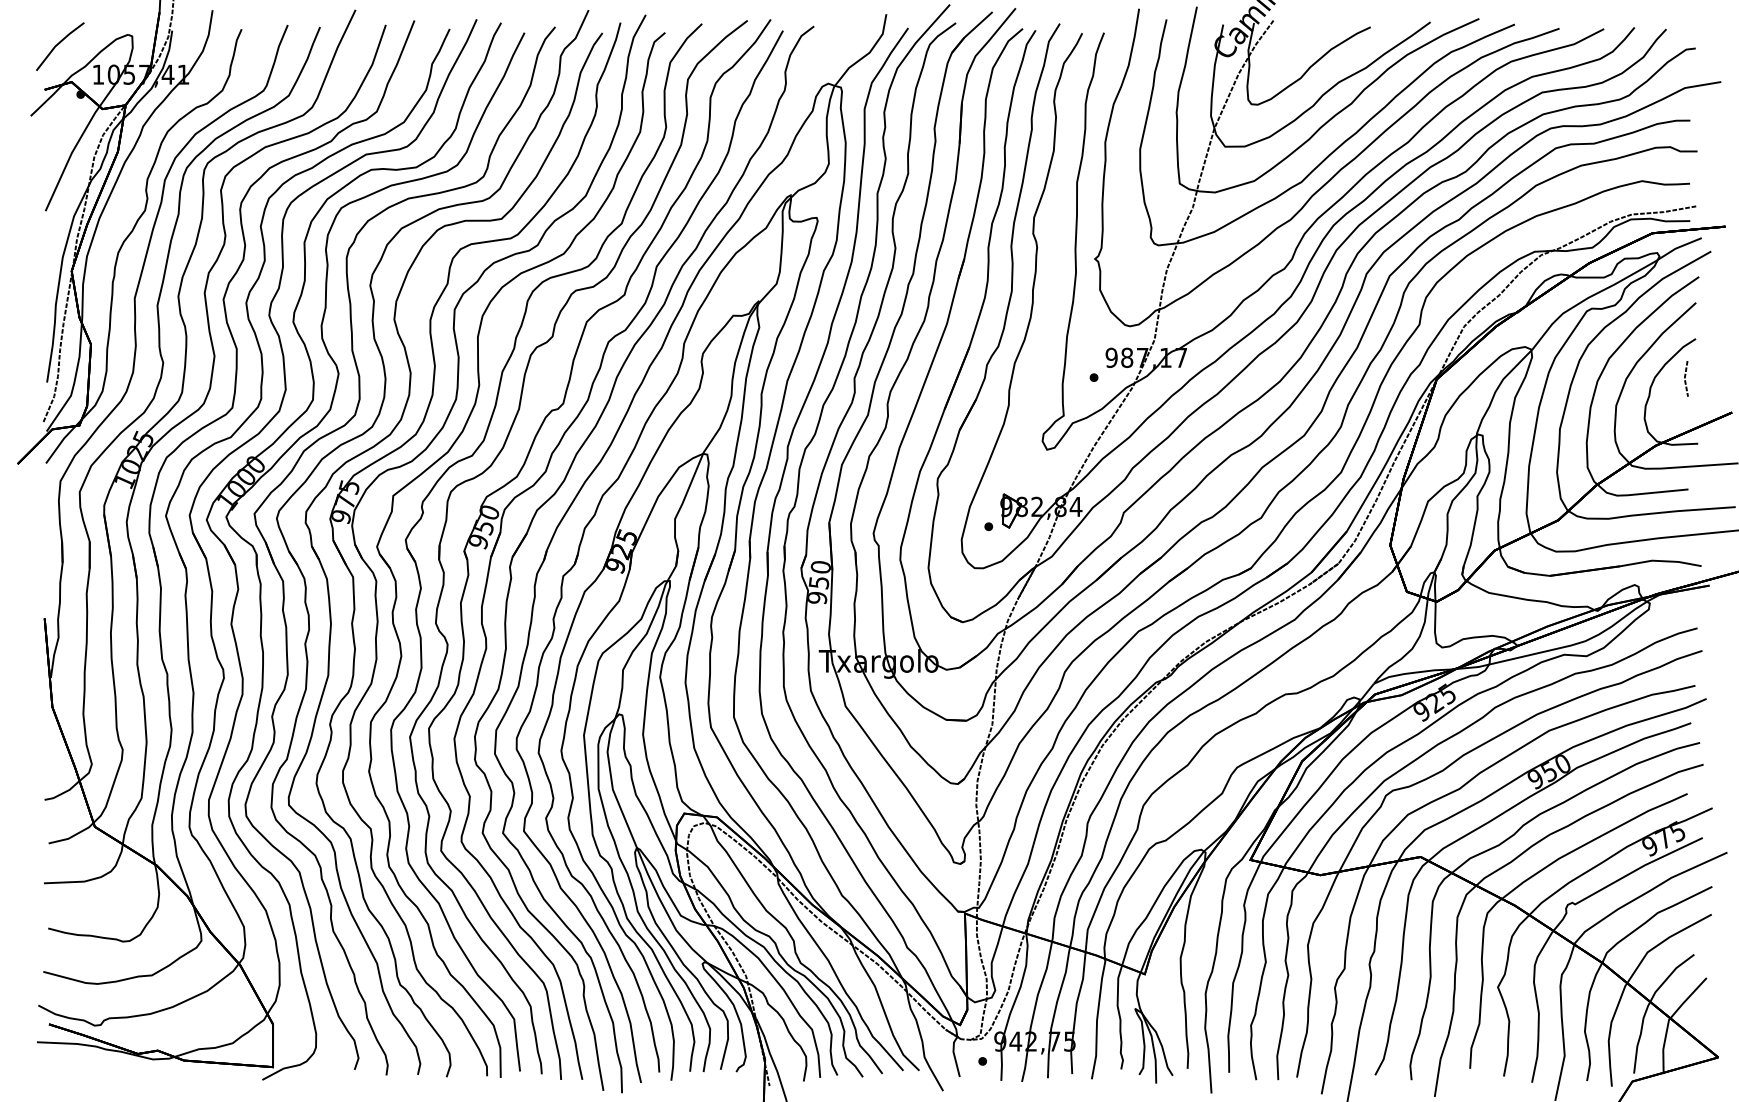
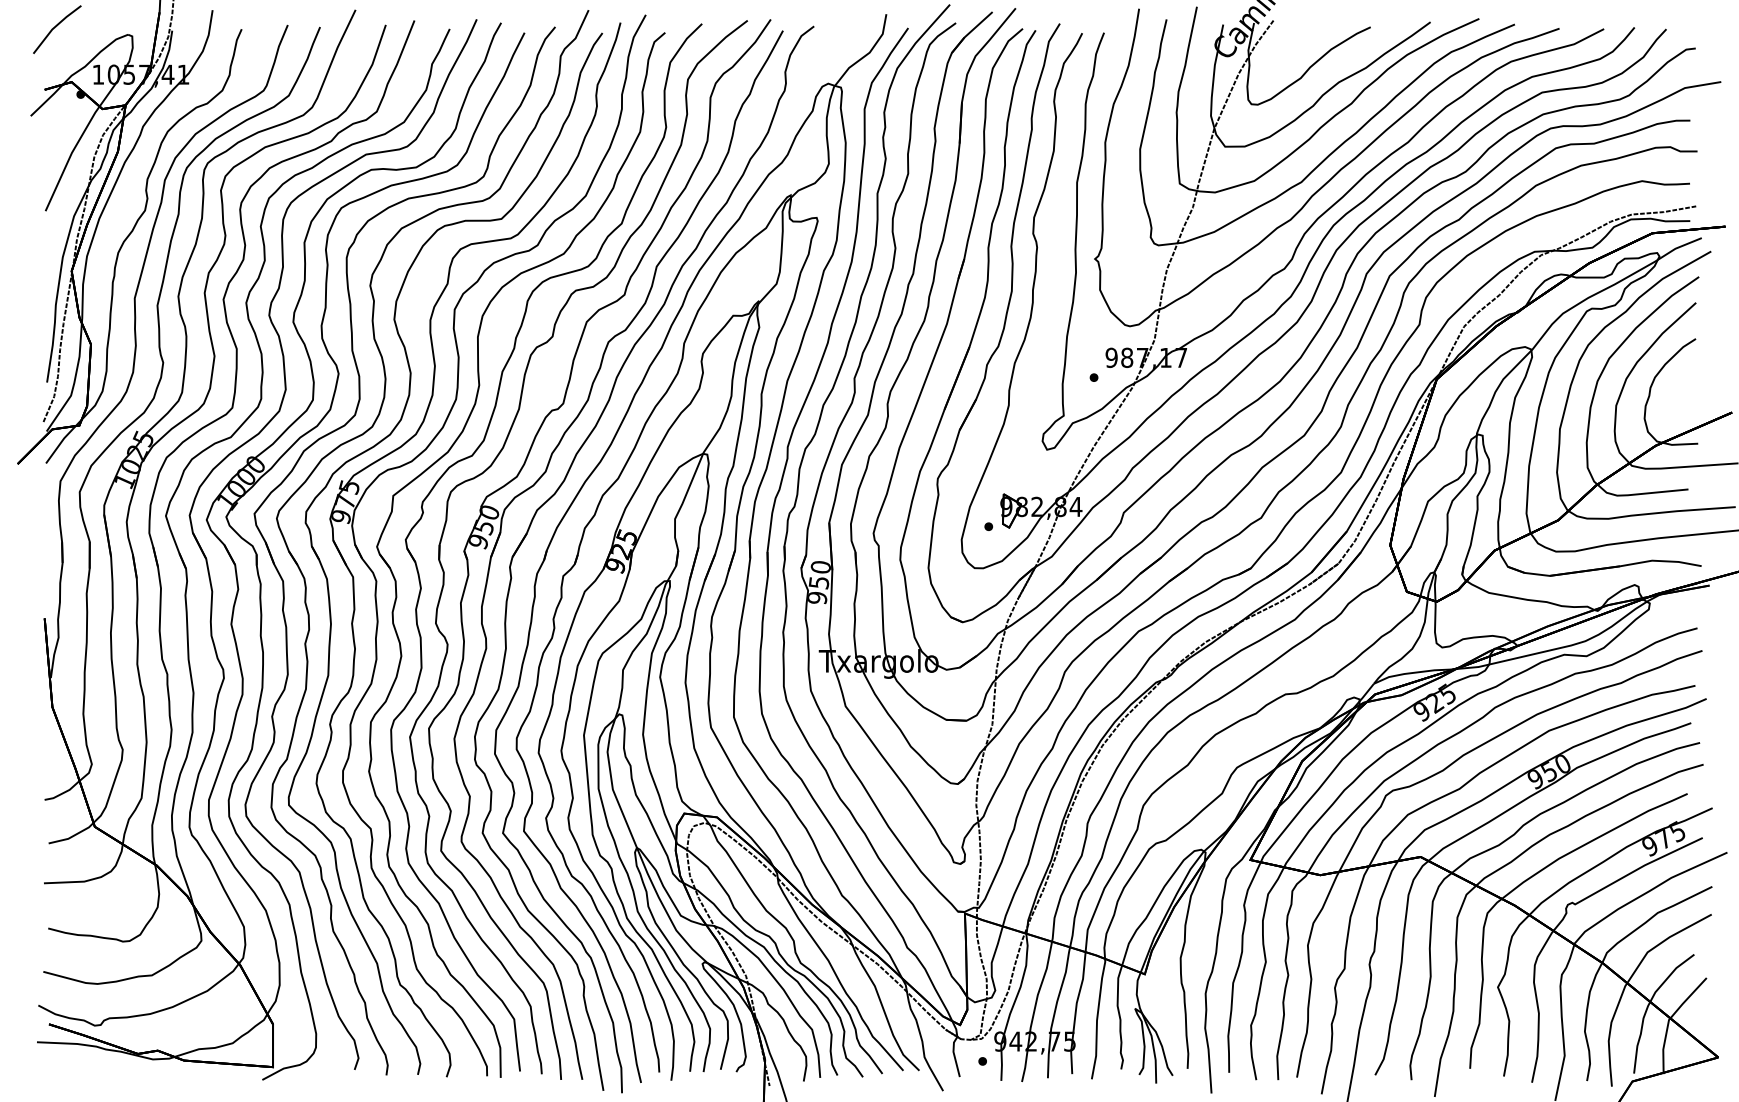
line at (59, 44) position: (59, 44) -> (56, 27)
line at (1685, 378): present -> none
